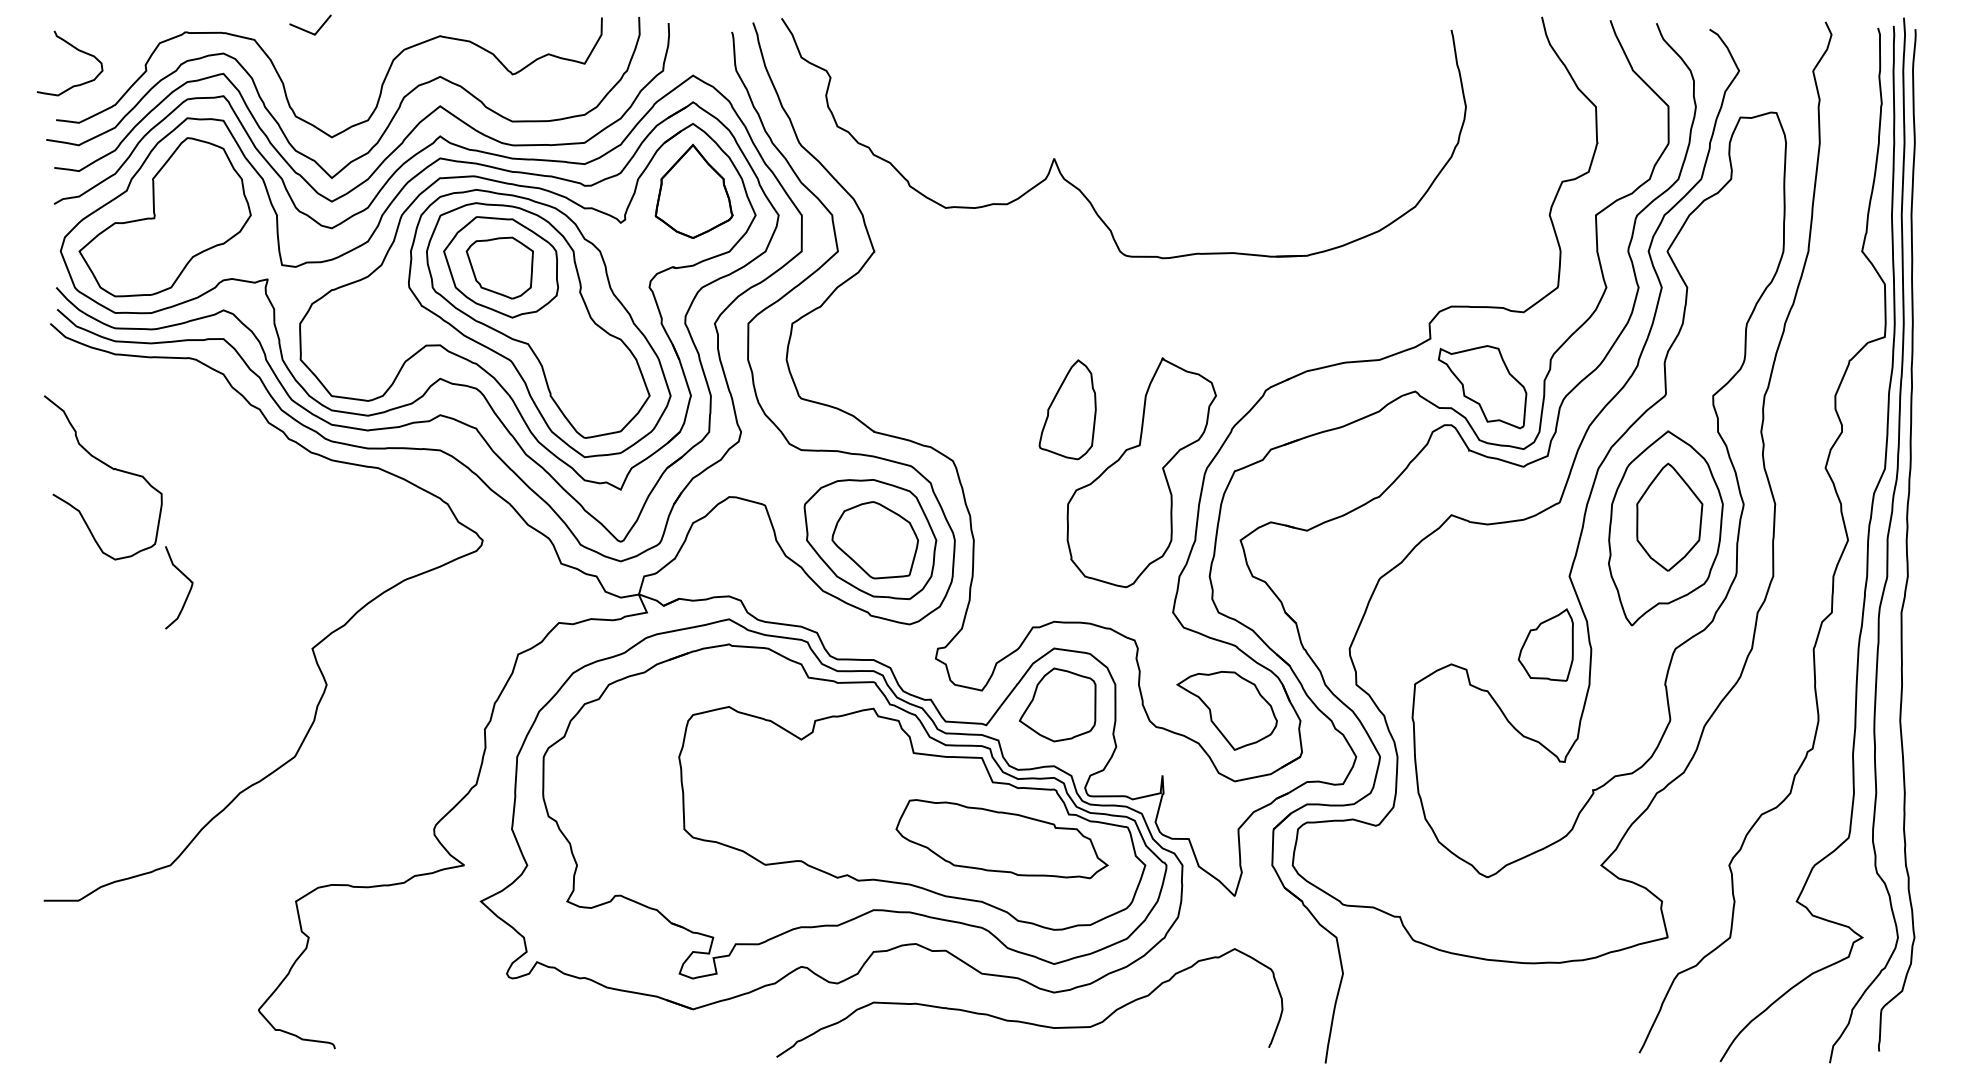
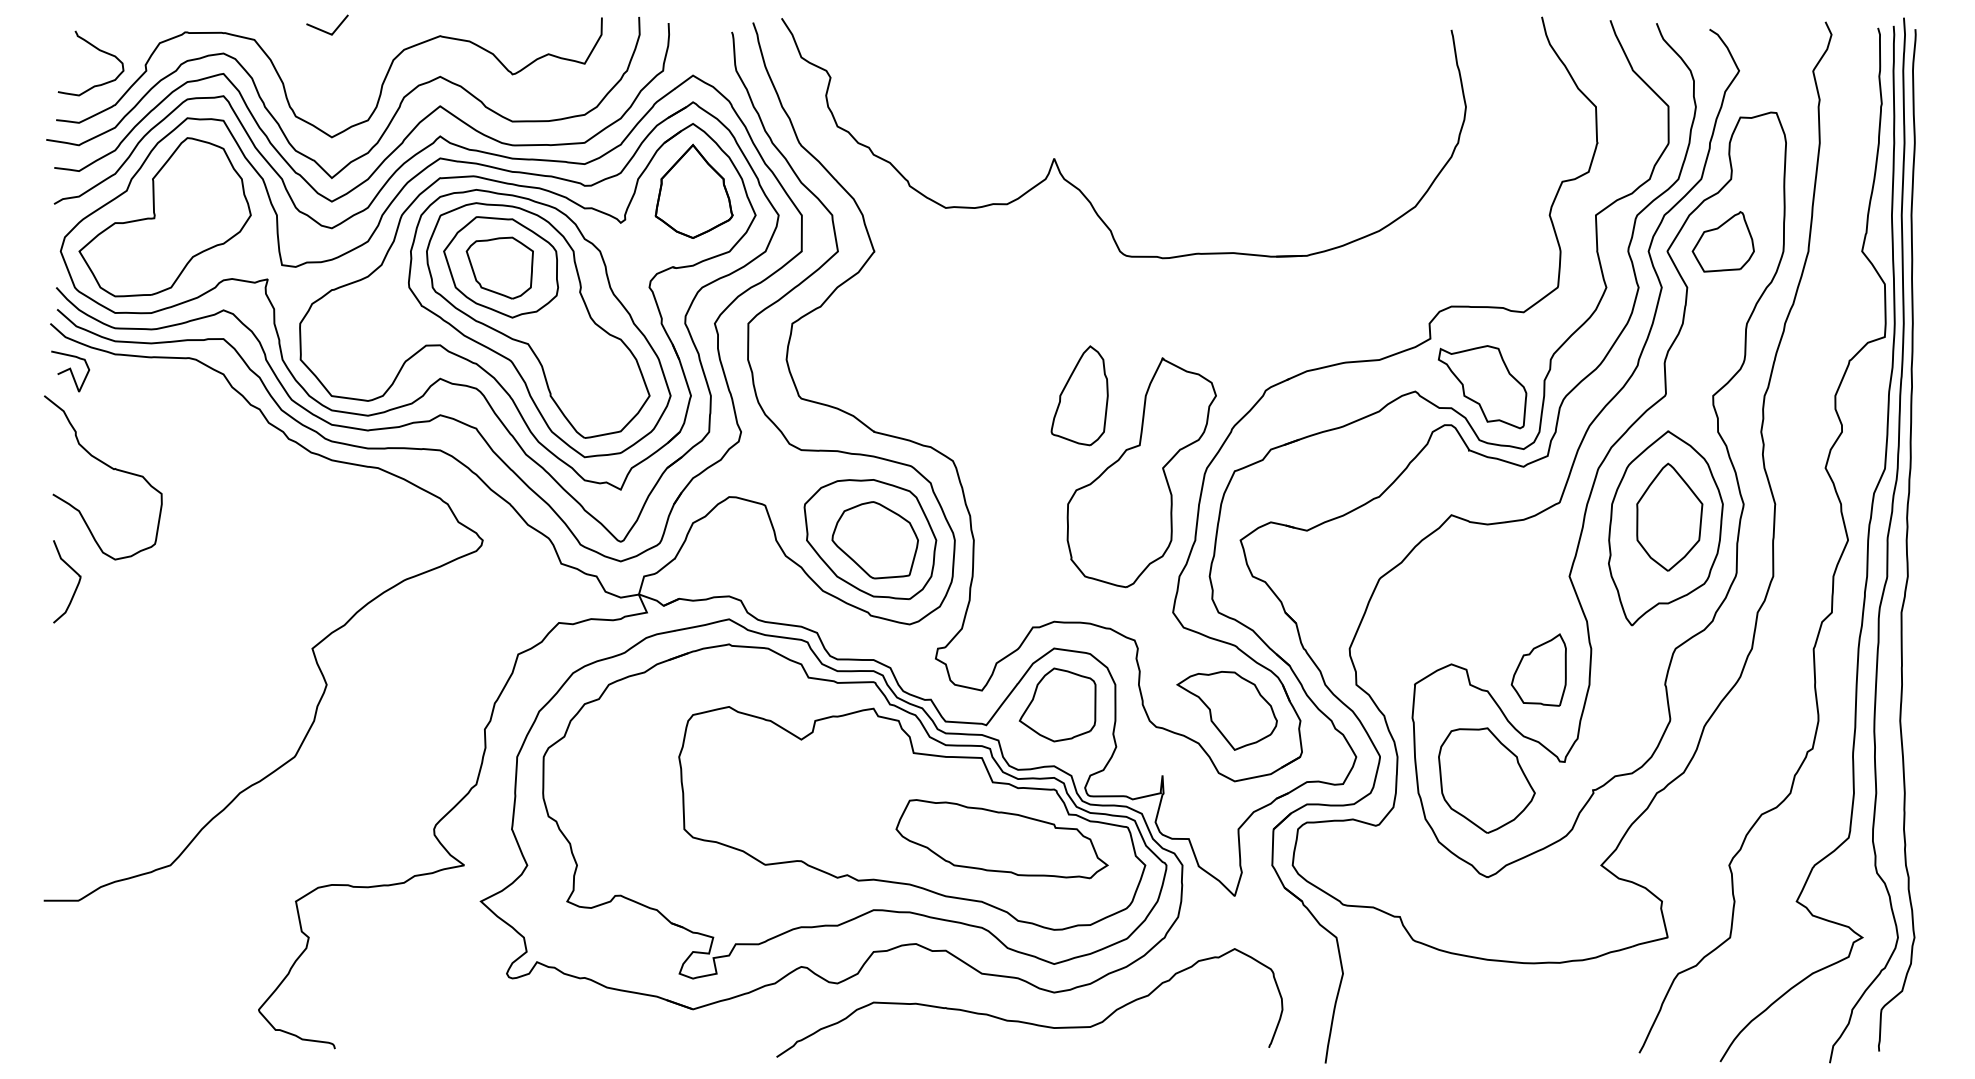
line at (307, 30) position: (307, 30) -> (324, 30)
curve at (75, 49) position: (75, 49) -> (96, 49)
part at (1722, 241): none -> present
curve at (70, 371): none -> present
part at (1067, 409) position: (1067, 409) -> (1079, 395)
curve at (188, 591) position: (188, 591) -> (76, 585)
part at (1545, 644) position: (1545, 644) -> (1538, 669)
part at (1486, 780): none -> present
